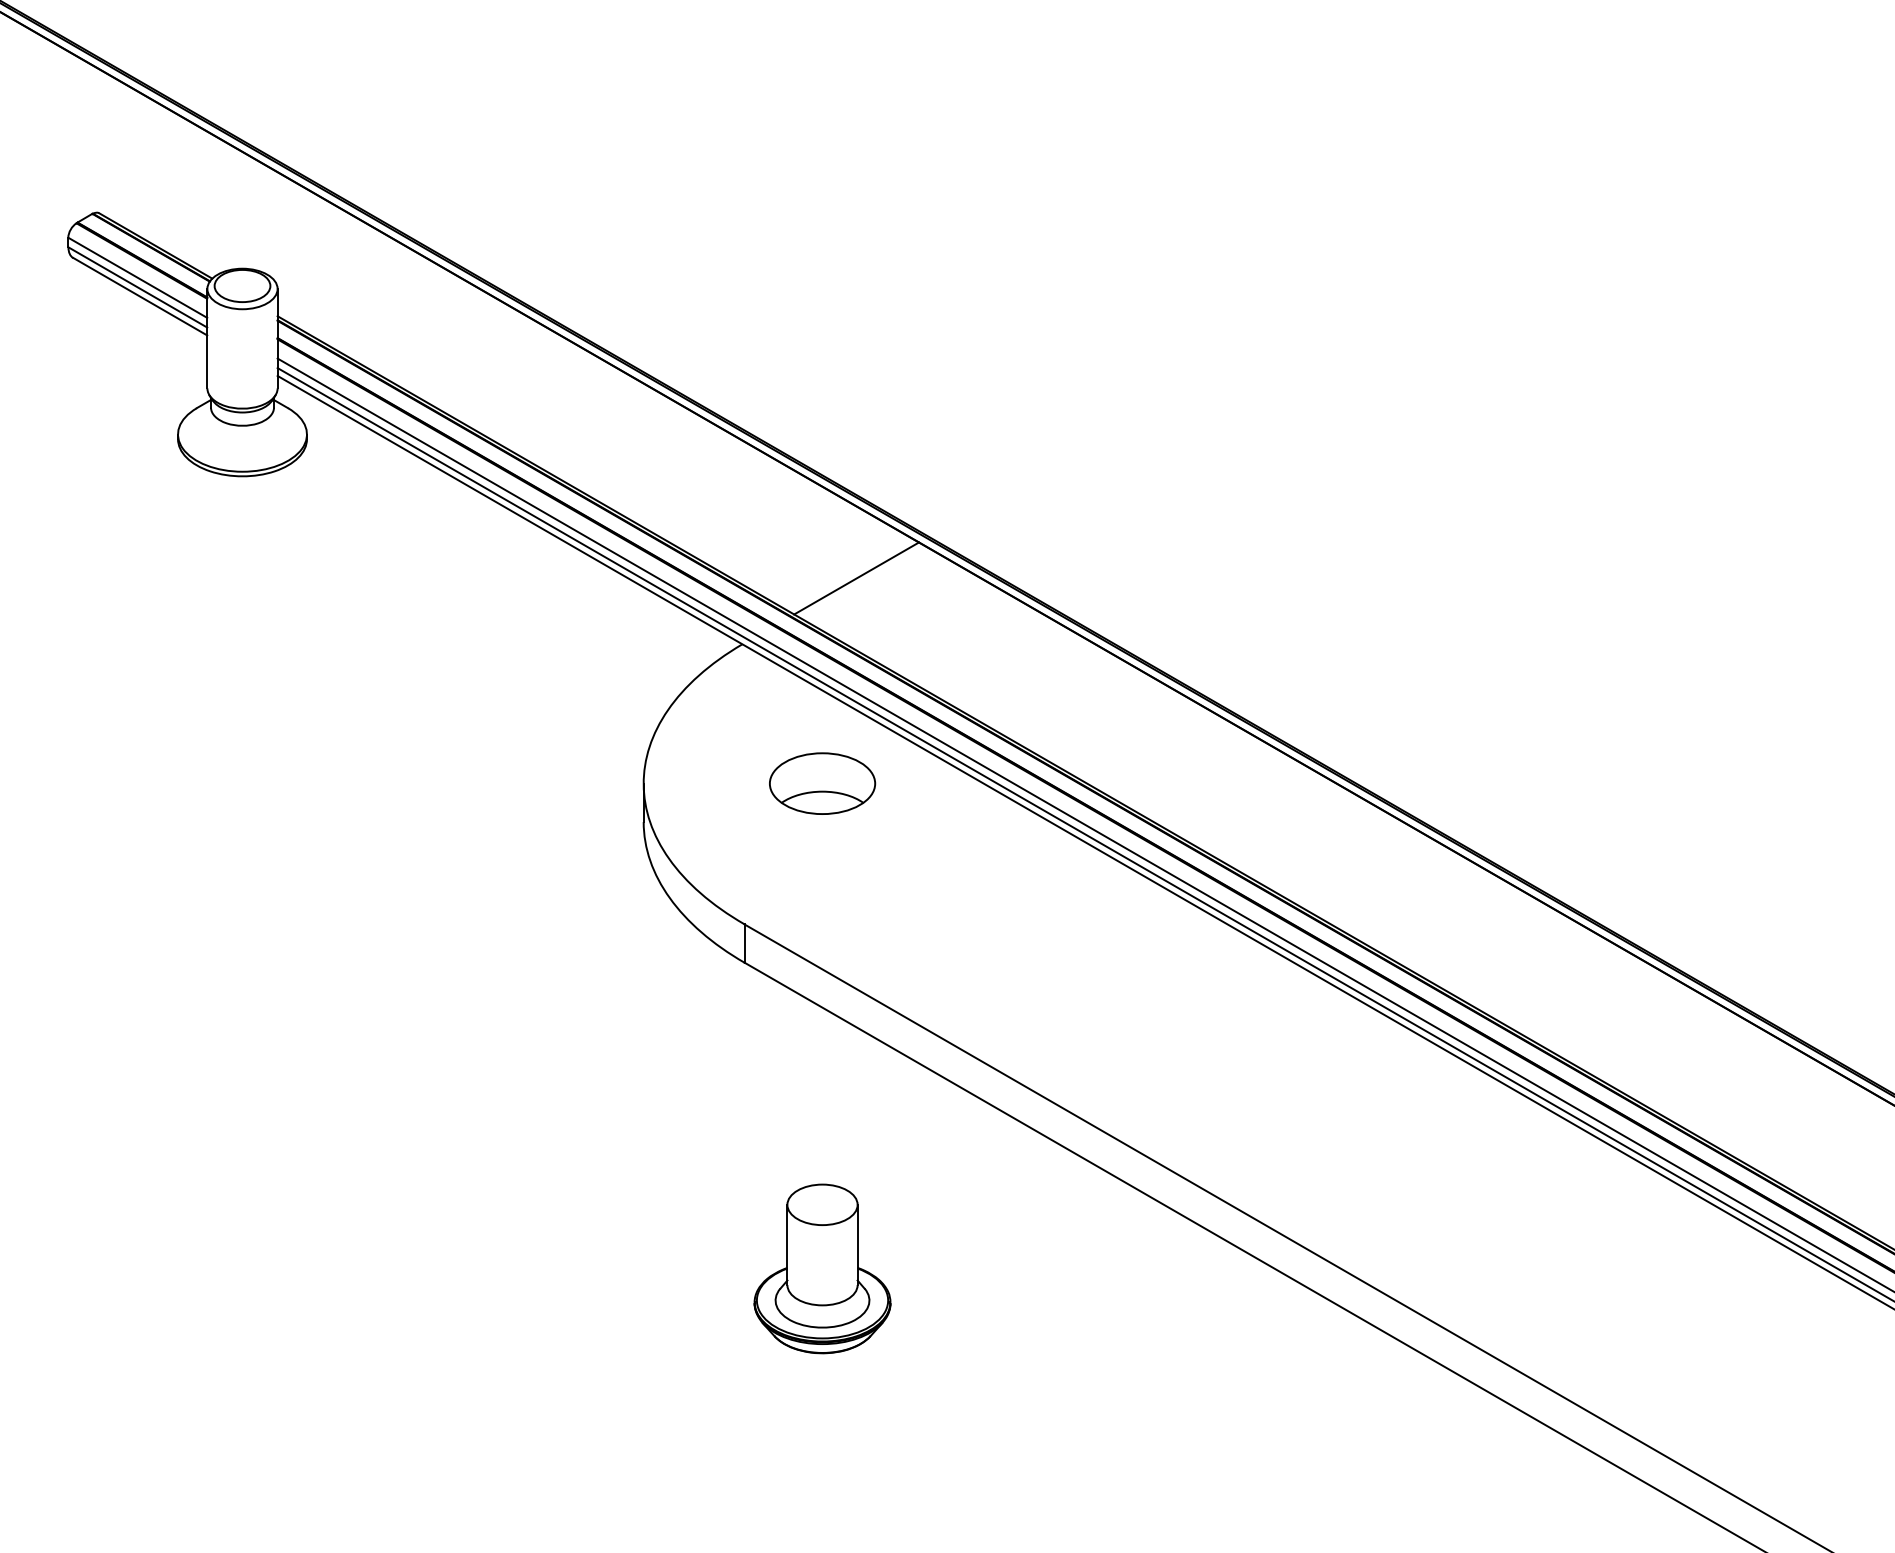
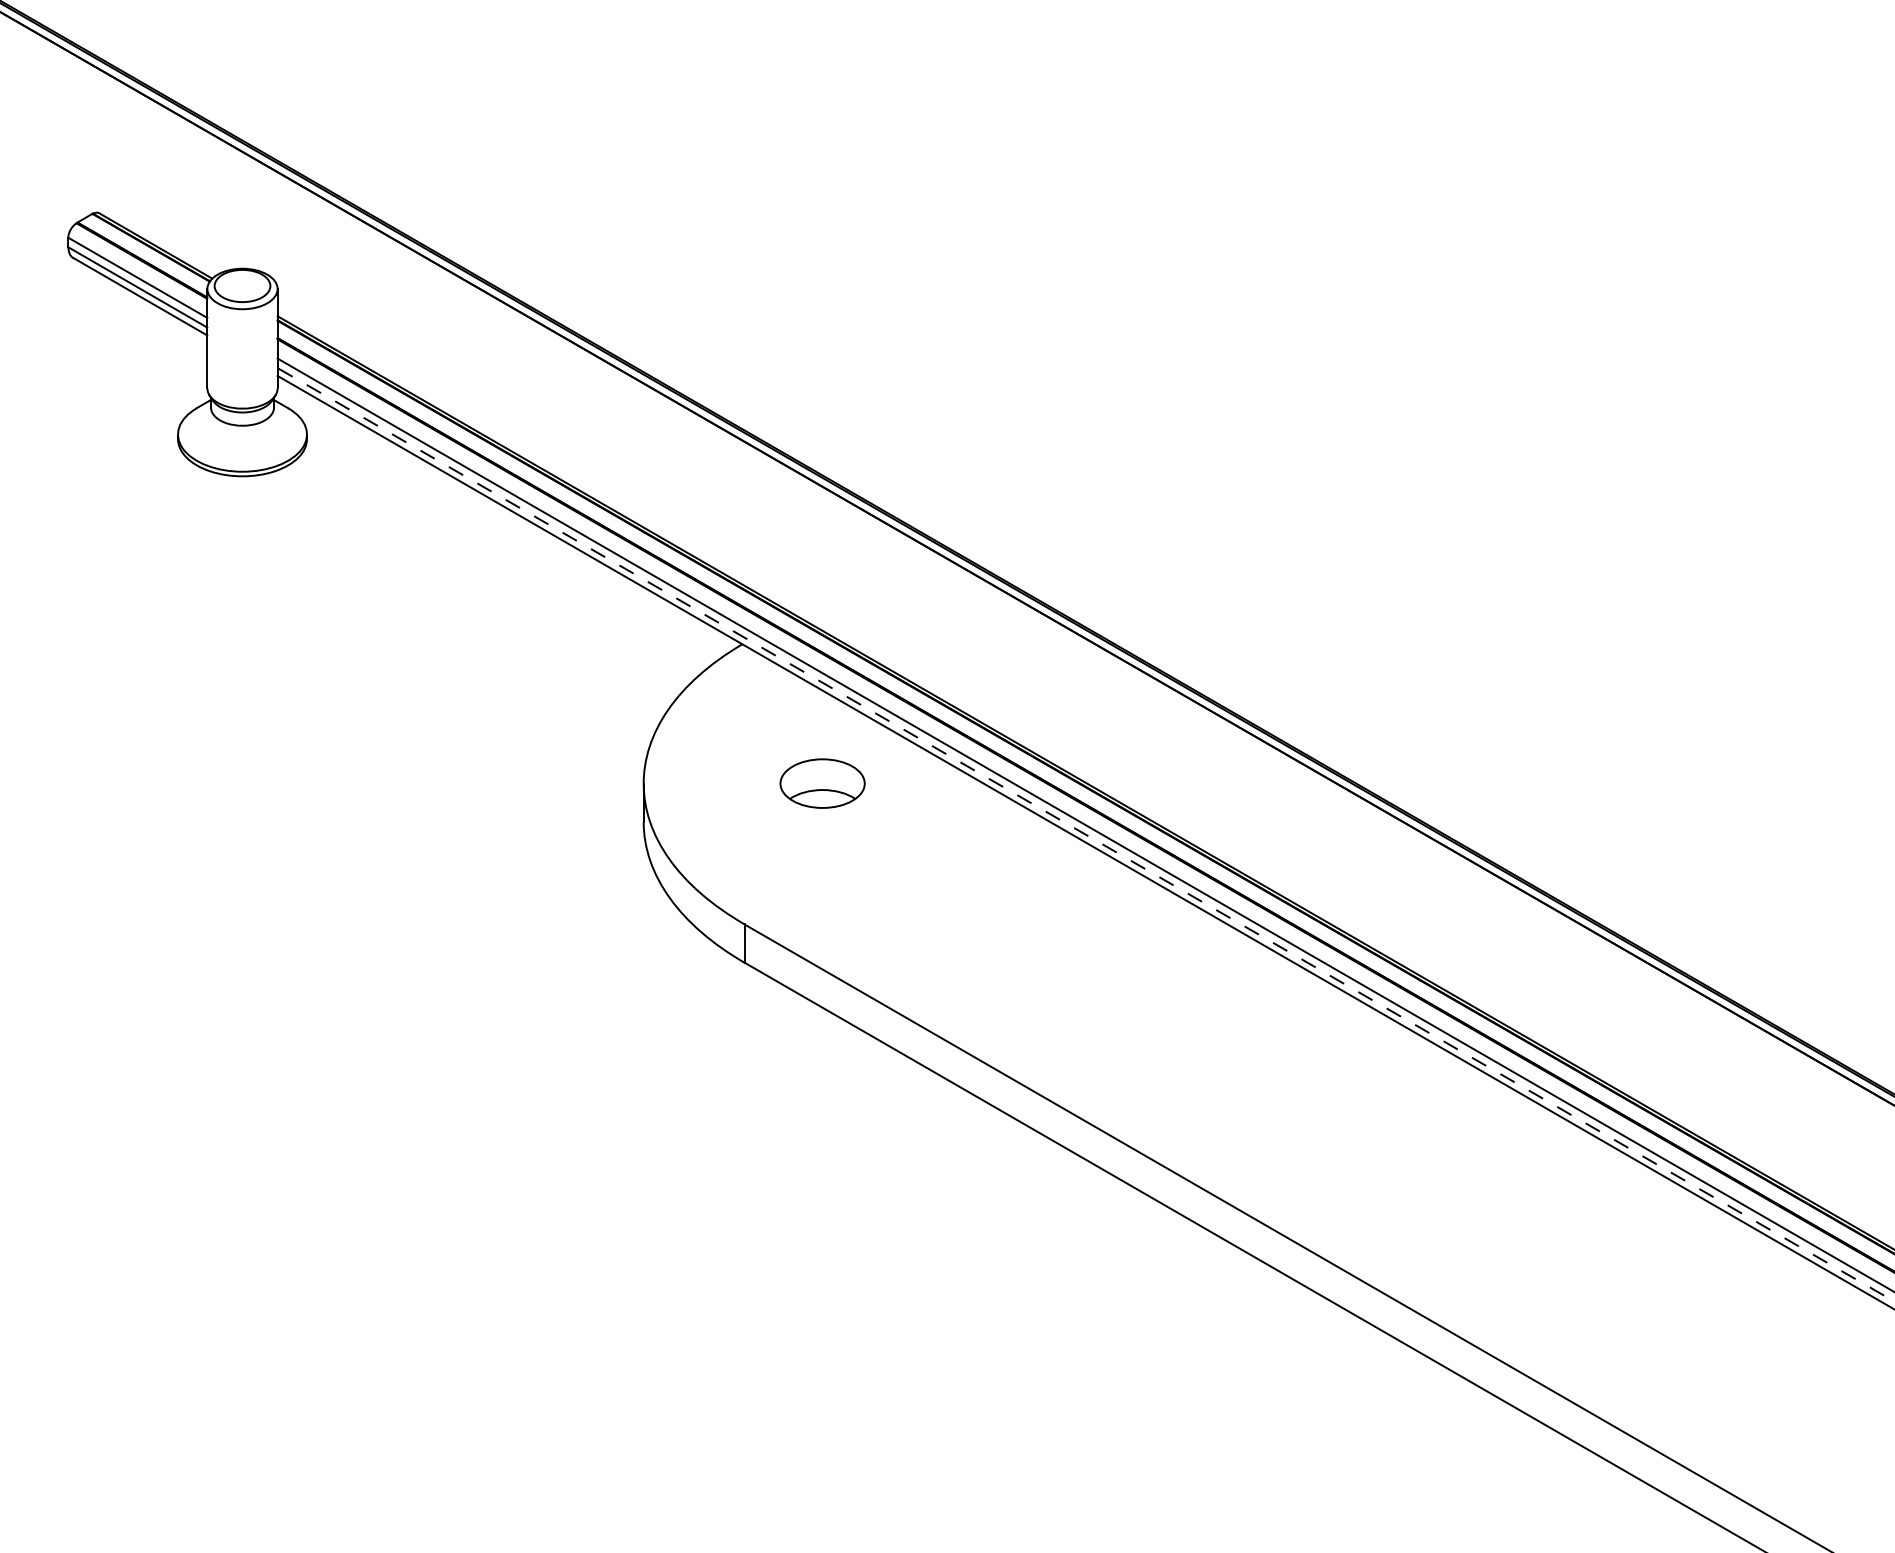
line at (856, 578): present -> none
part at (822, 783) size: 108x63 px -> 87x51 px
line at (1085, 834): solid -> dashed
part at (822, 1268): present -> none
